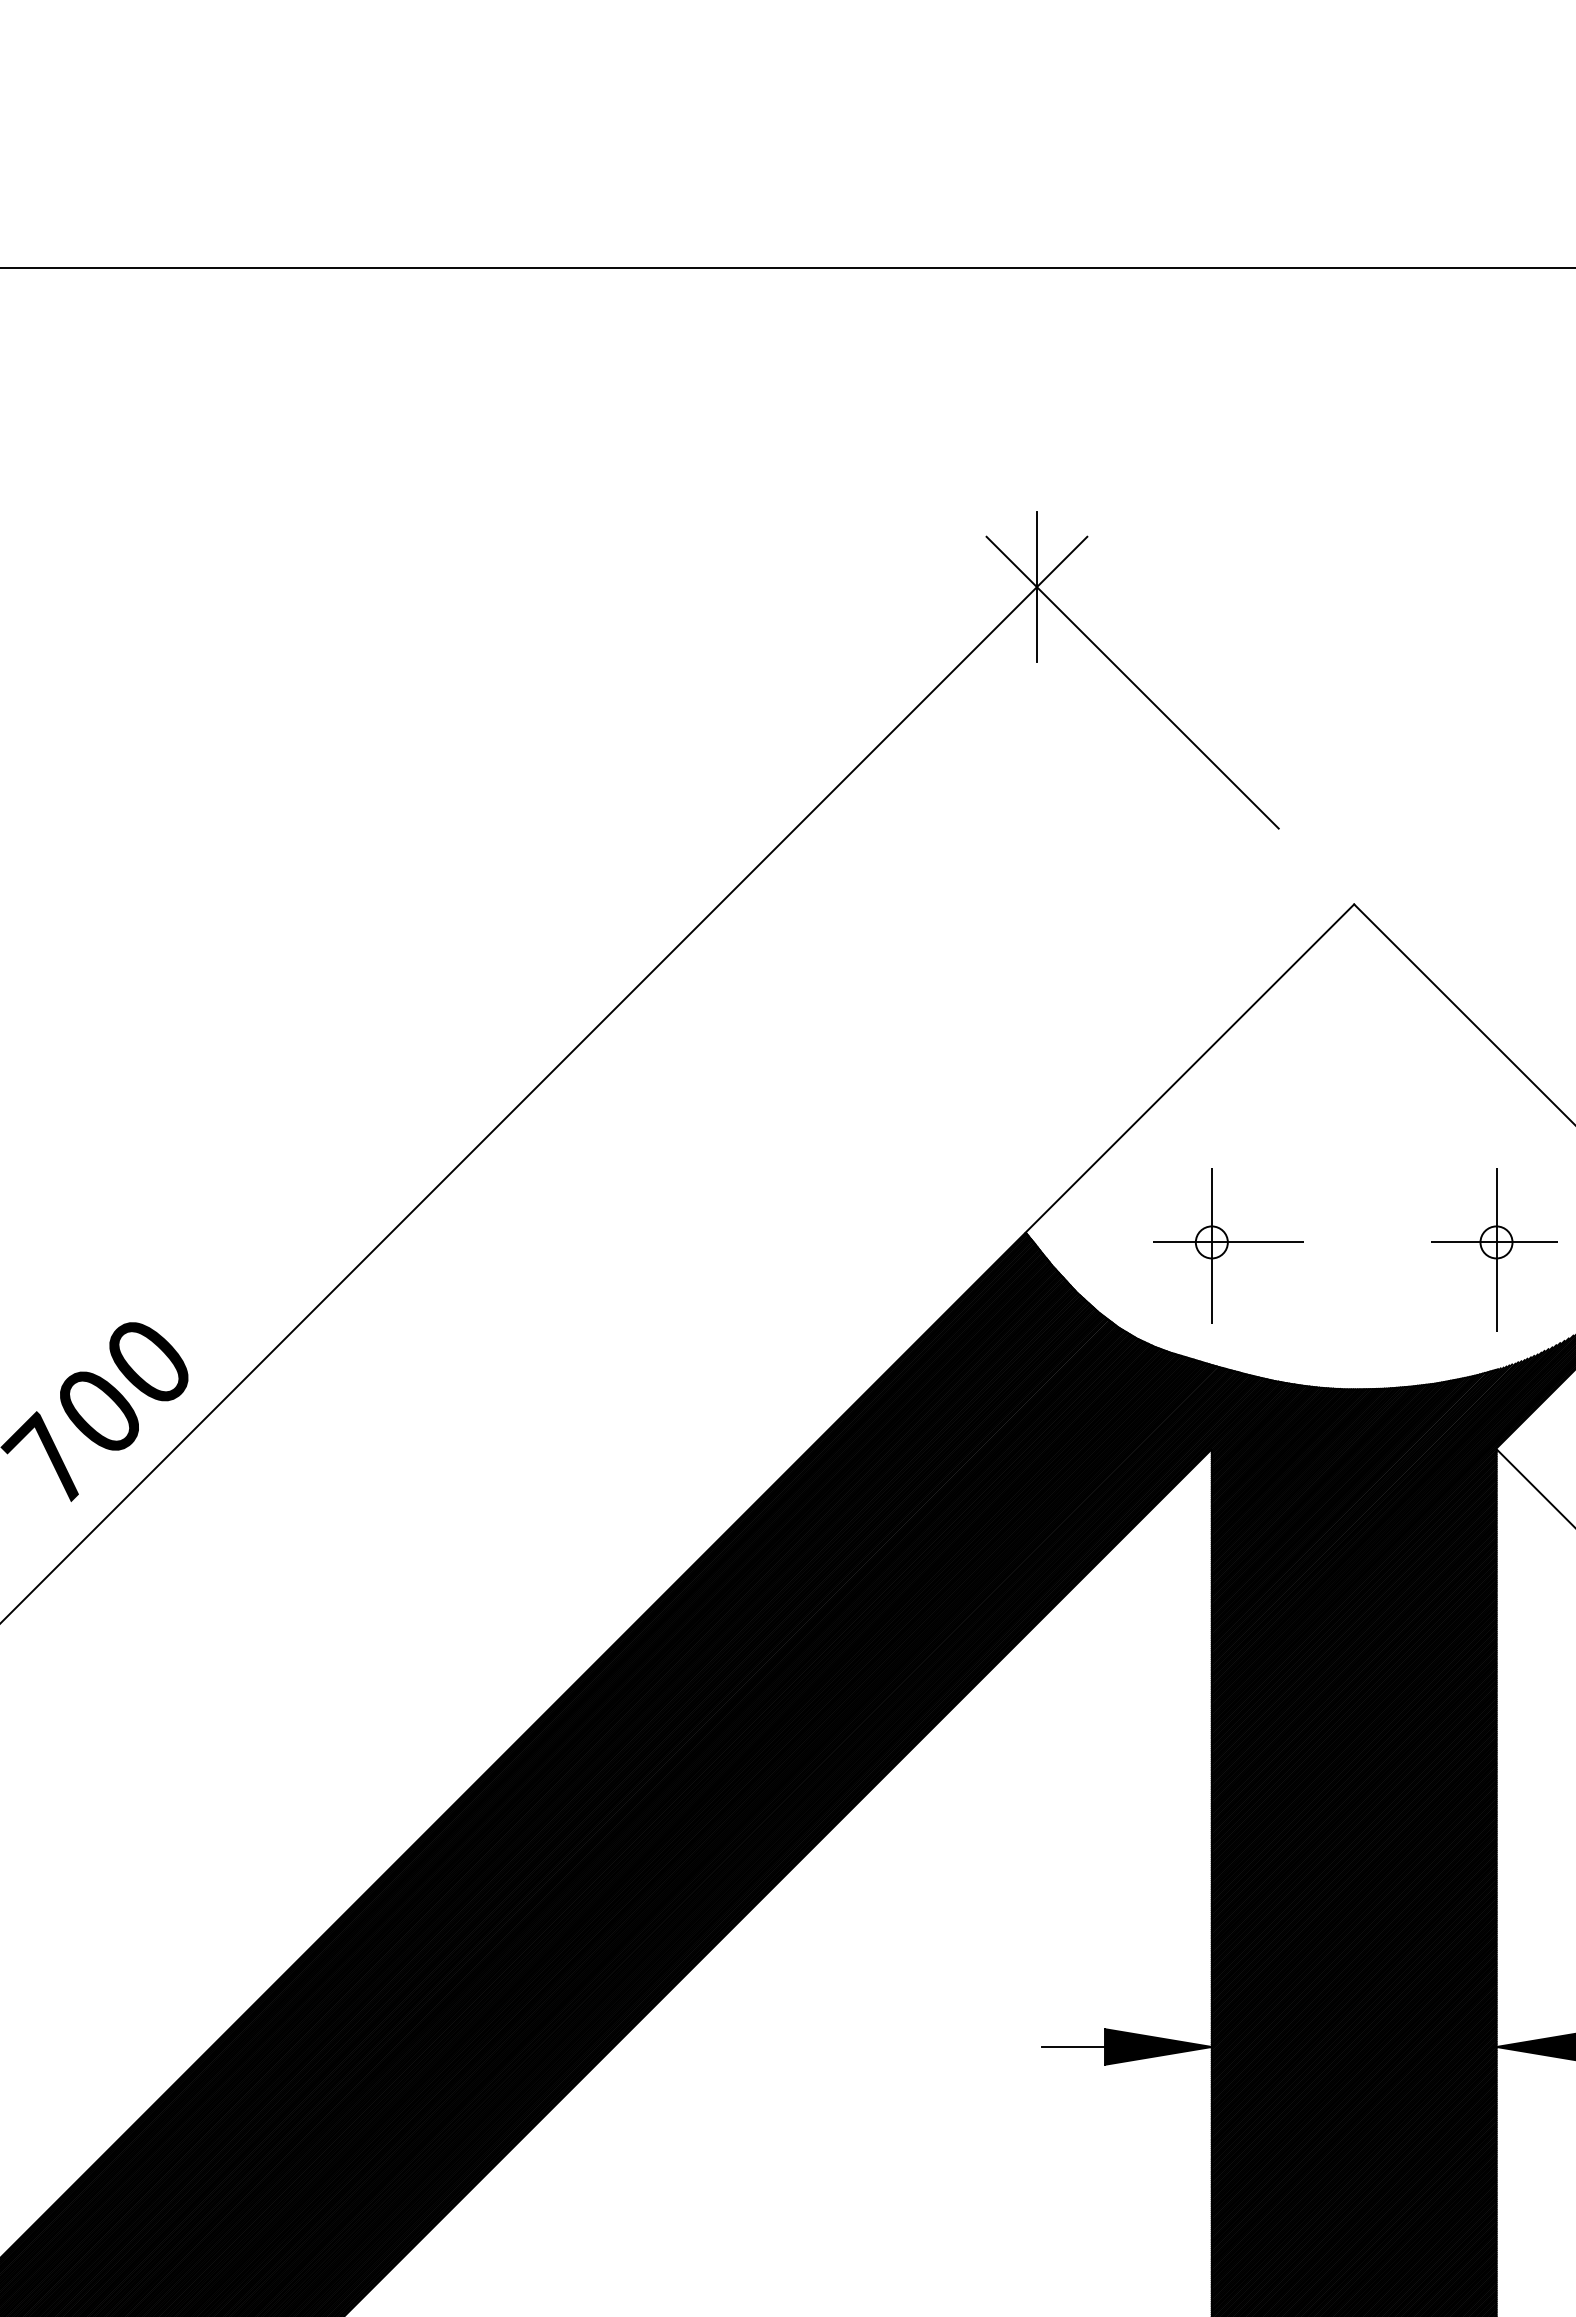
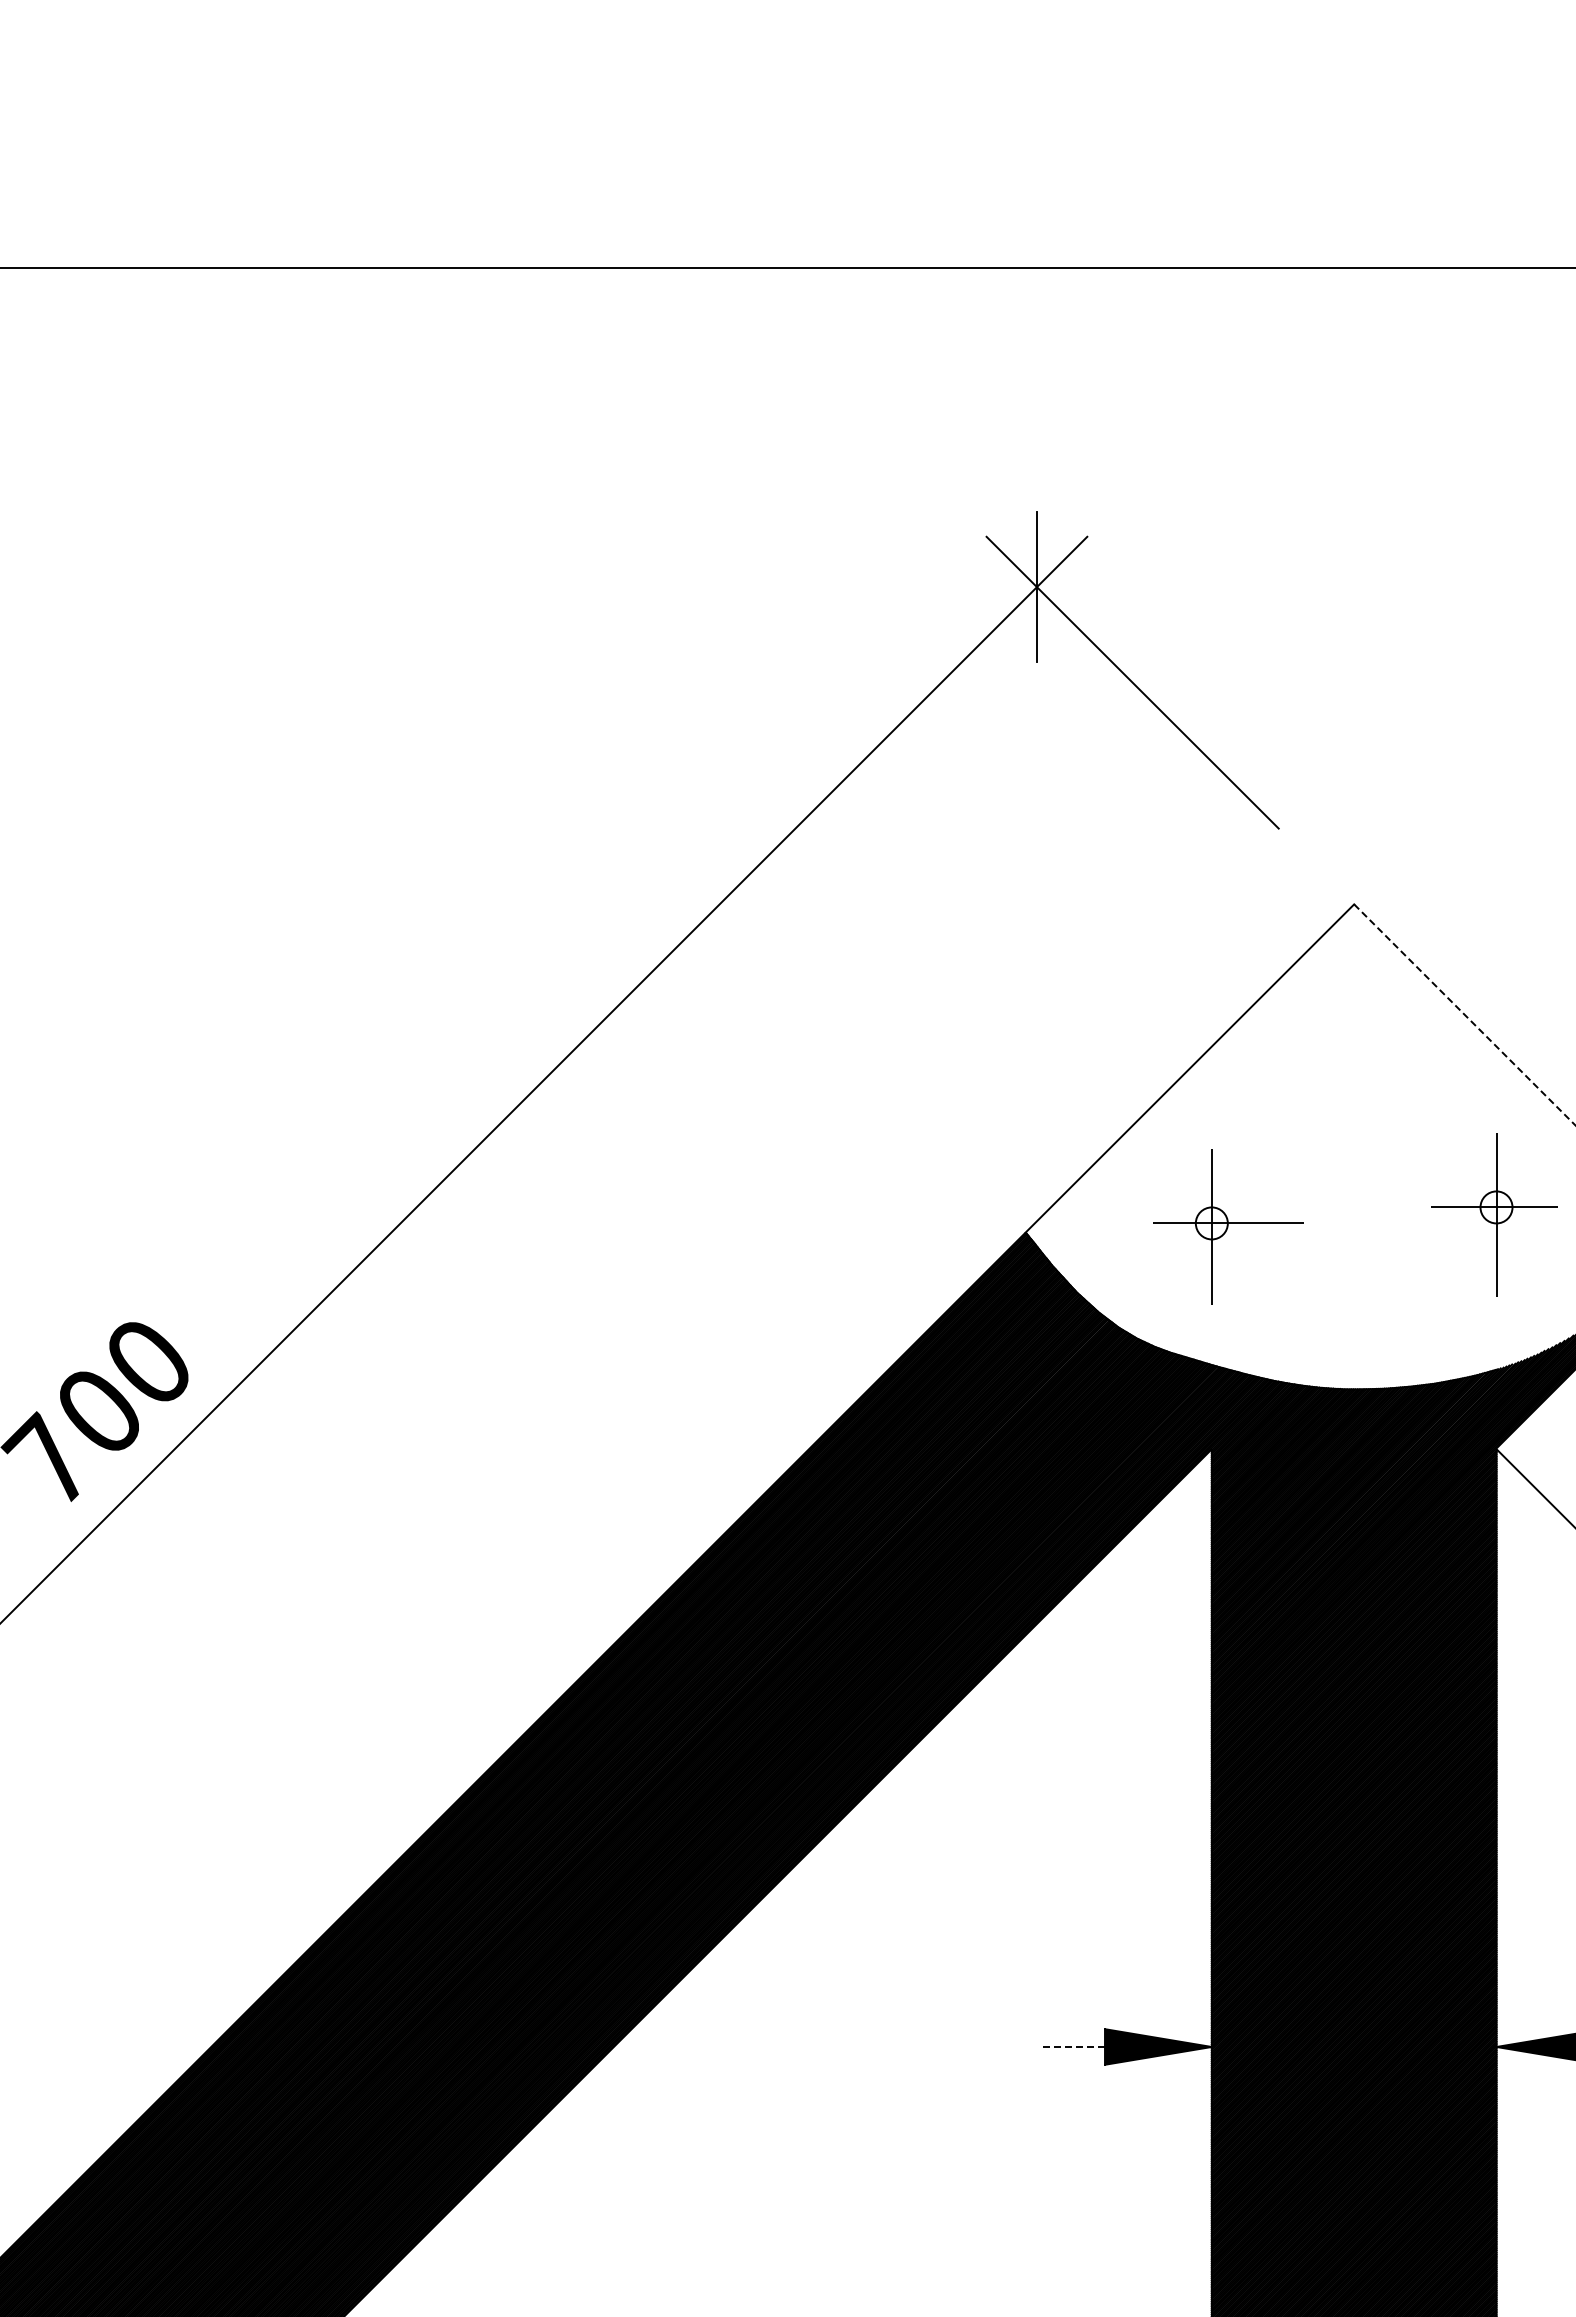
line at (1465, 1015): solid -> dashed
part at (1228, 1245) position: (1228, 1245) -> (1228, 1226)
part at (1494, 1249) position: (1494, 1249) -> (1494, 1214)
line at (1073, 2046): solid -> dashed
